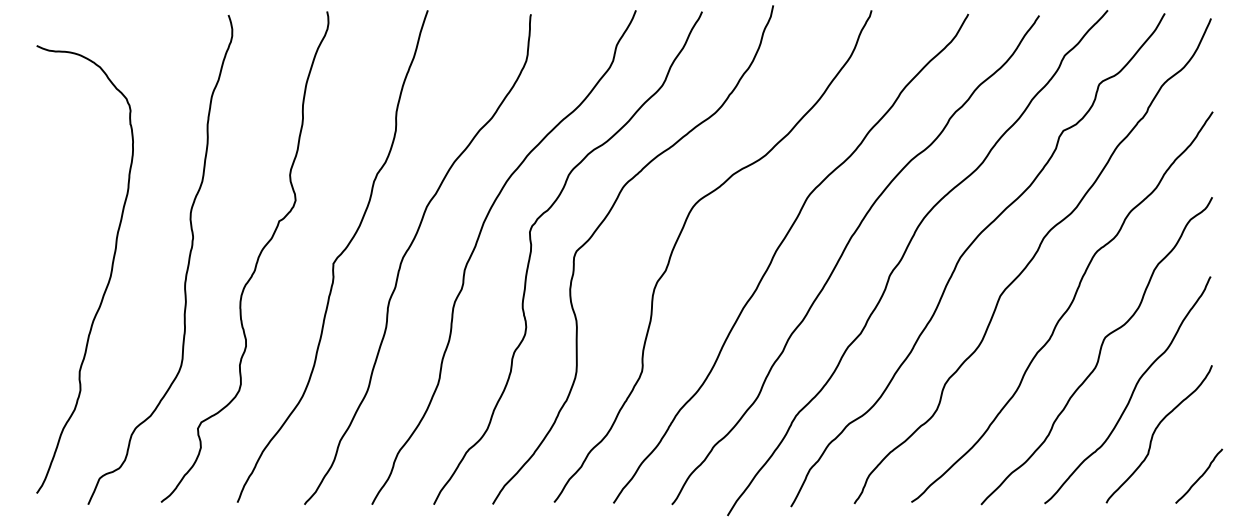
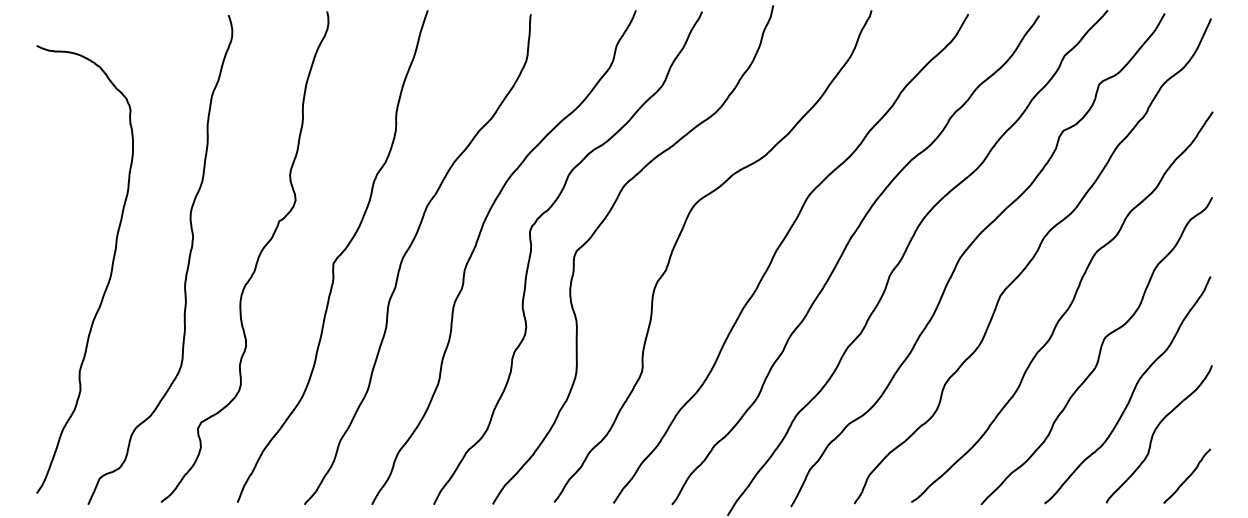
curve at (1200, 475) position: (1200, 475) -> (1188, 475)
